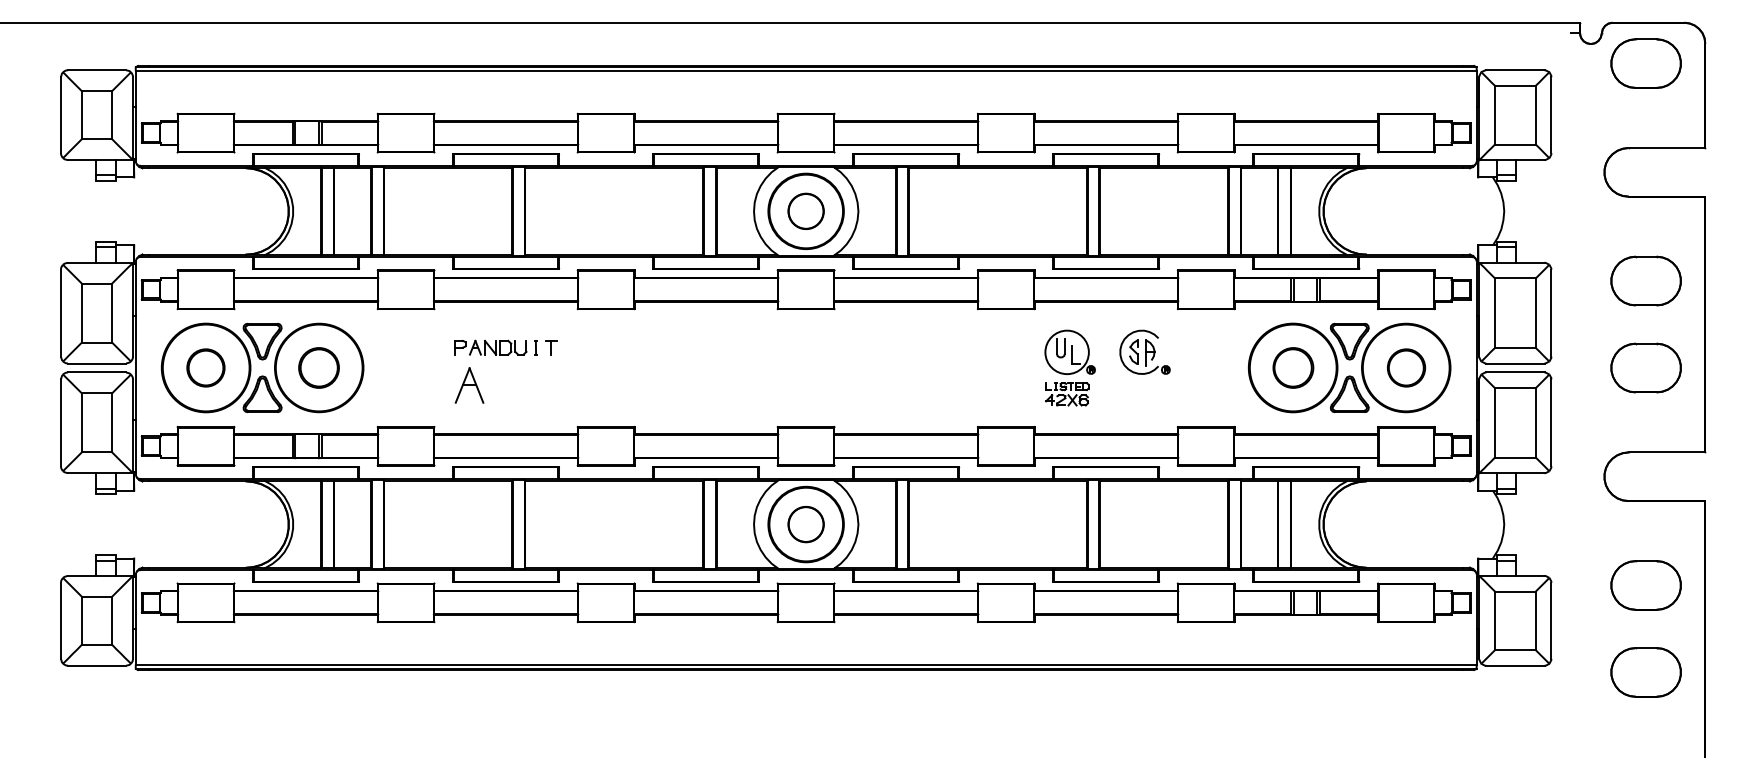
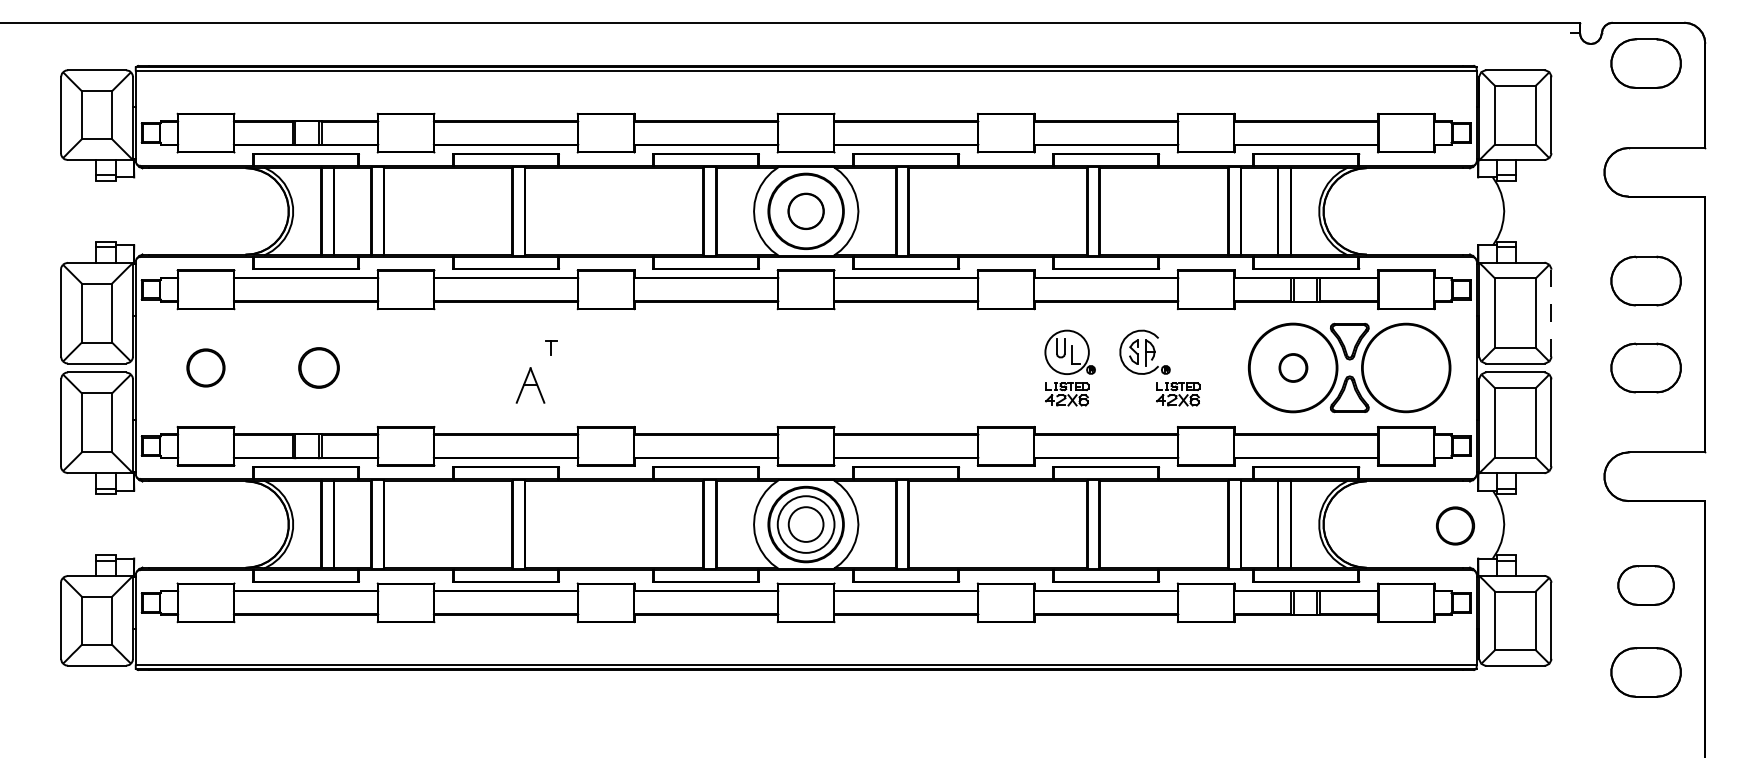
line at (1551, 312): solid -> dashed
part at (495, 347): present -> none
part at (262, 360): present -> none
part at (1293, 367) size: 43x42 px -> 31x30 px
circle at (1406, 367) position: (1406, 367) -> (1455, 525)
part at (469, 385) position: (469, 385) -> (530, 385)
part at (1178, 394): none -> present
circle at (805, 524) diameter: 35 px -> 57 px
part at (1645, 585) size: 72x51 px -> 58x41 px
